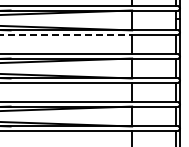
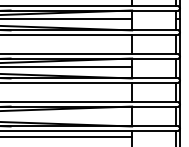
line at (67, 19): none -> present
line at (66, 34): dashed -> solid
line at (67, 67): none -> present
line at (67, 137): none -> present
